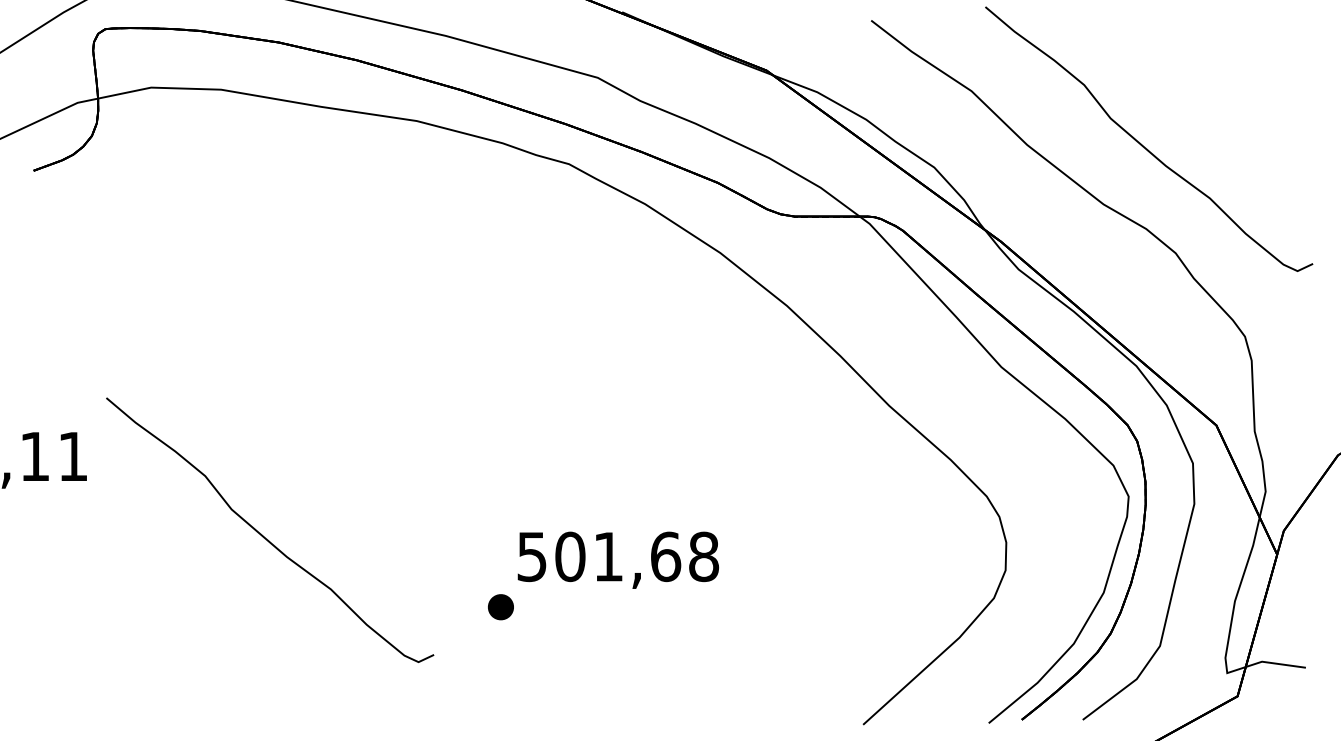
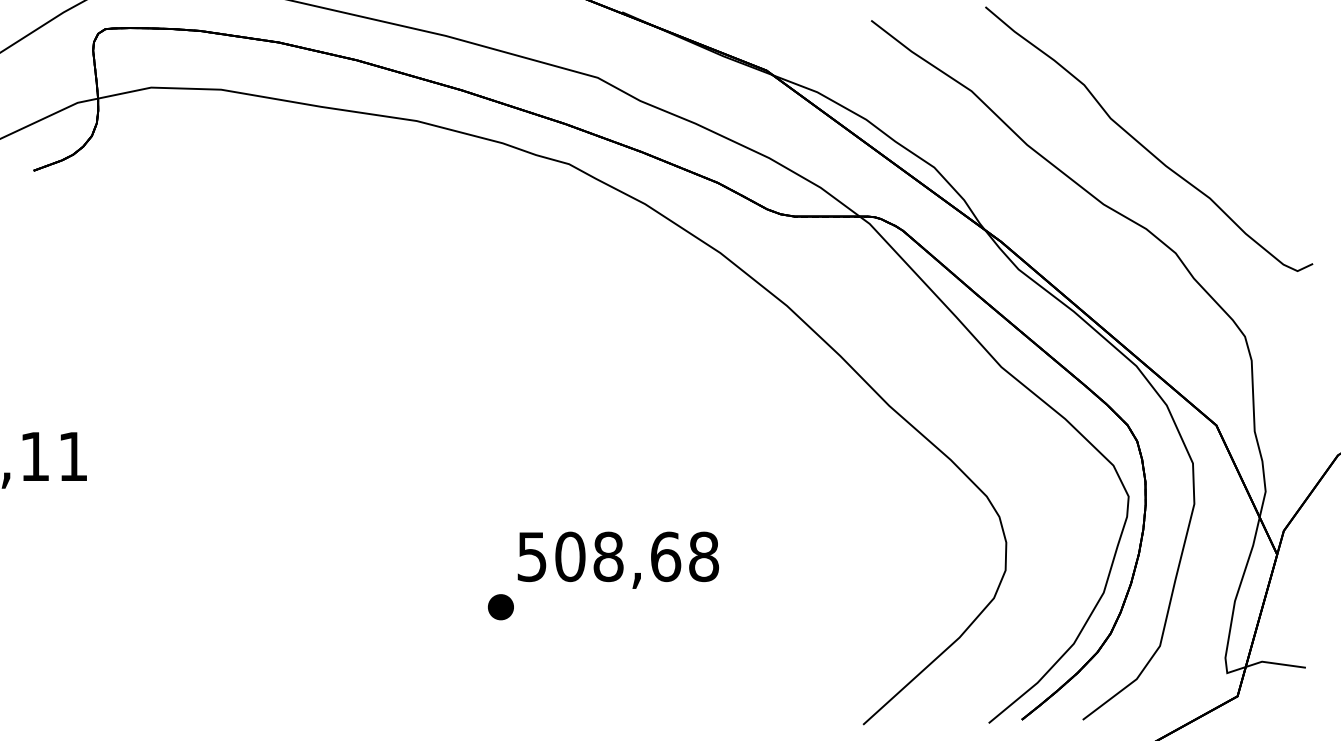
part at (263, 535): present -> none
text at (608, 556): 501,68 -> 508,68
